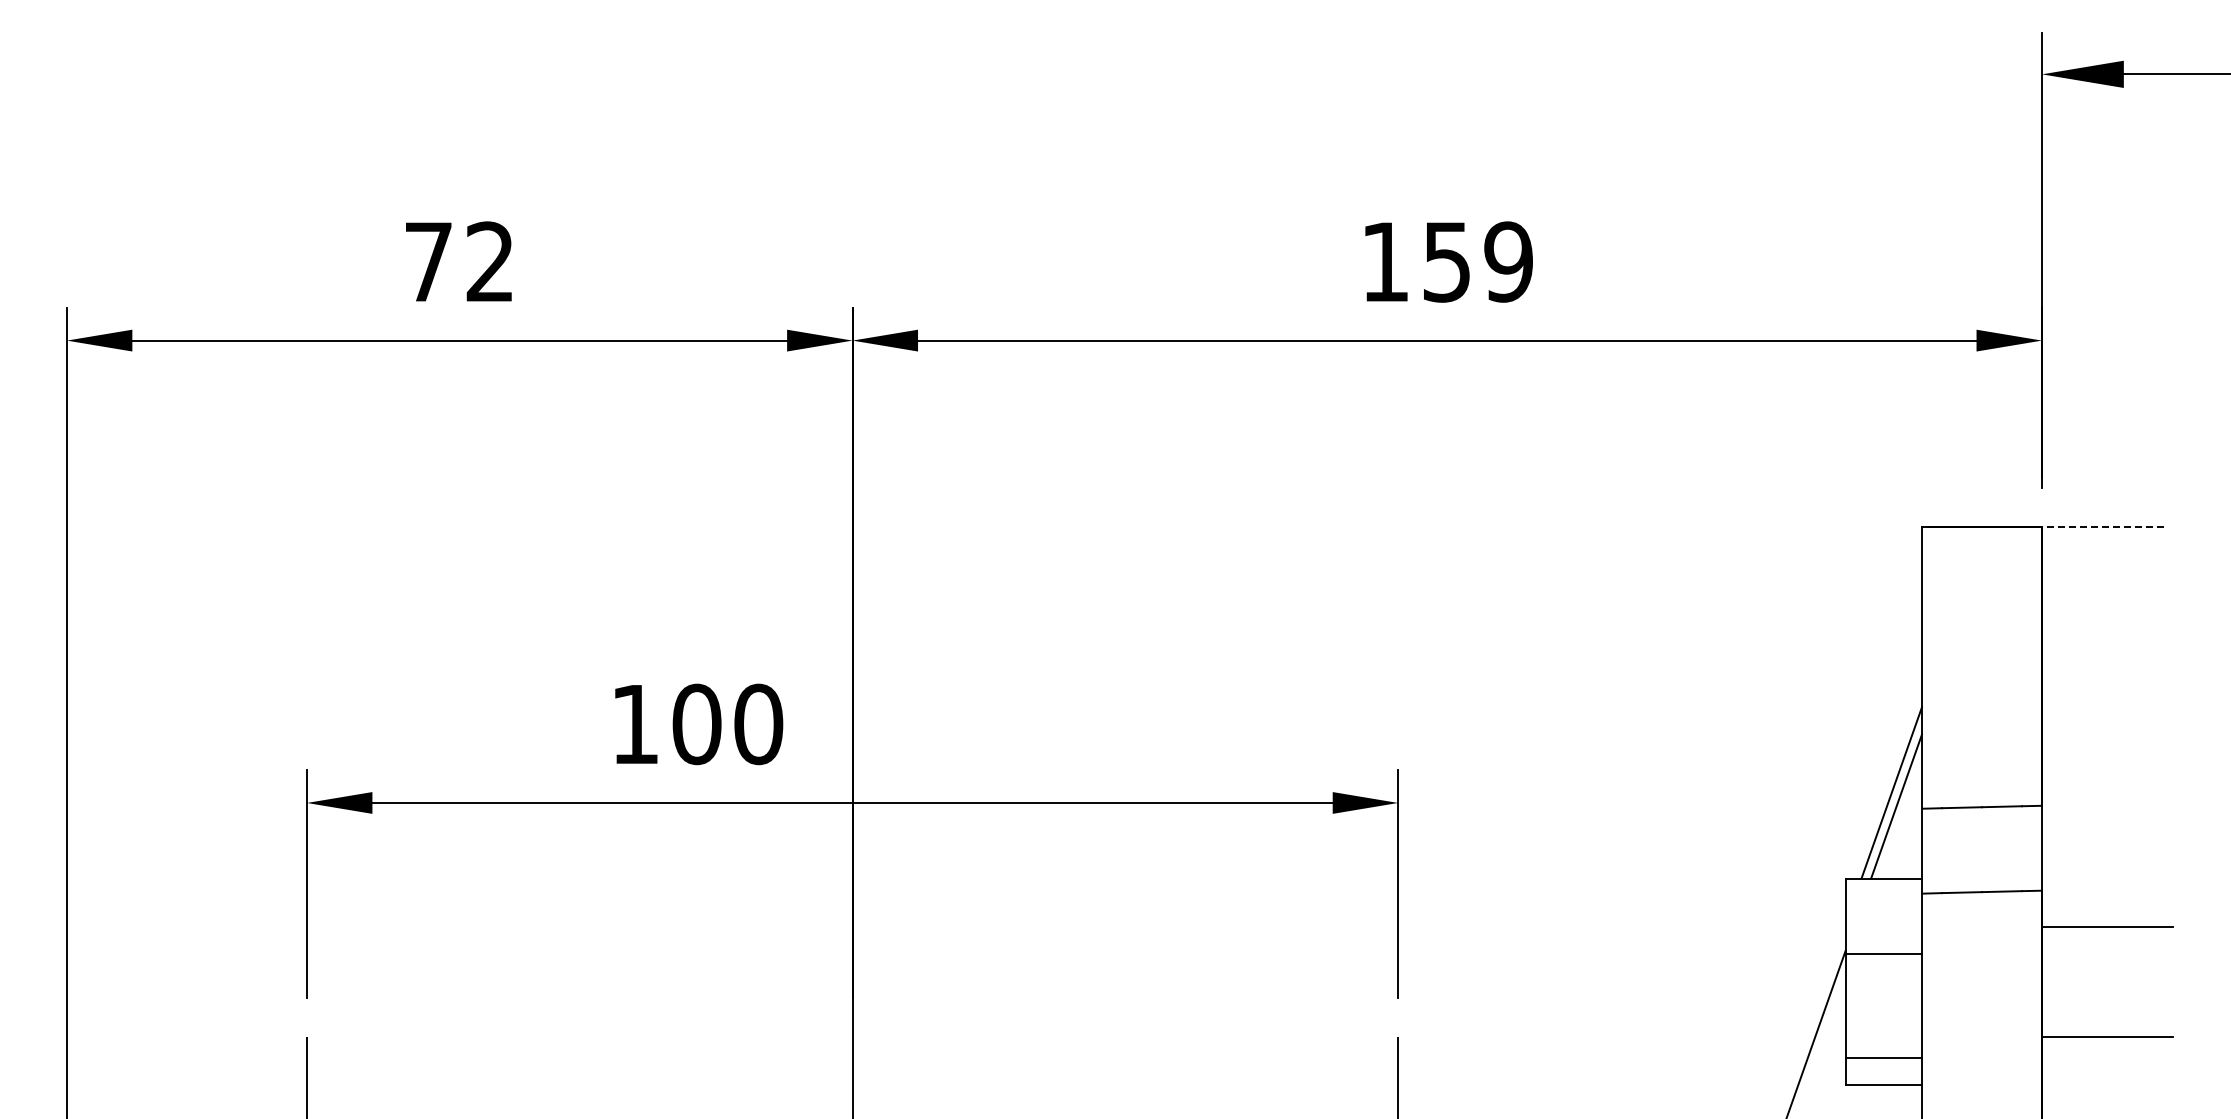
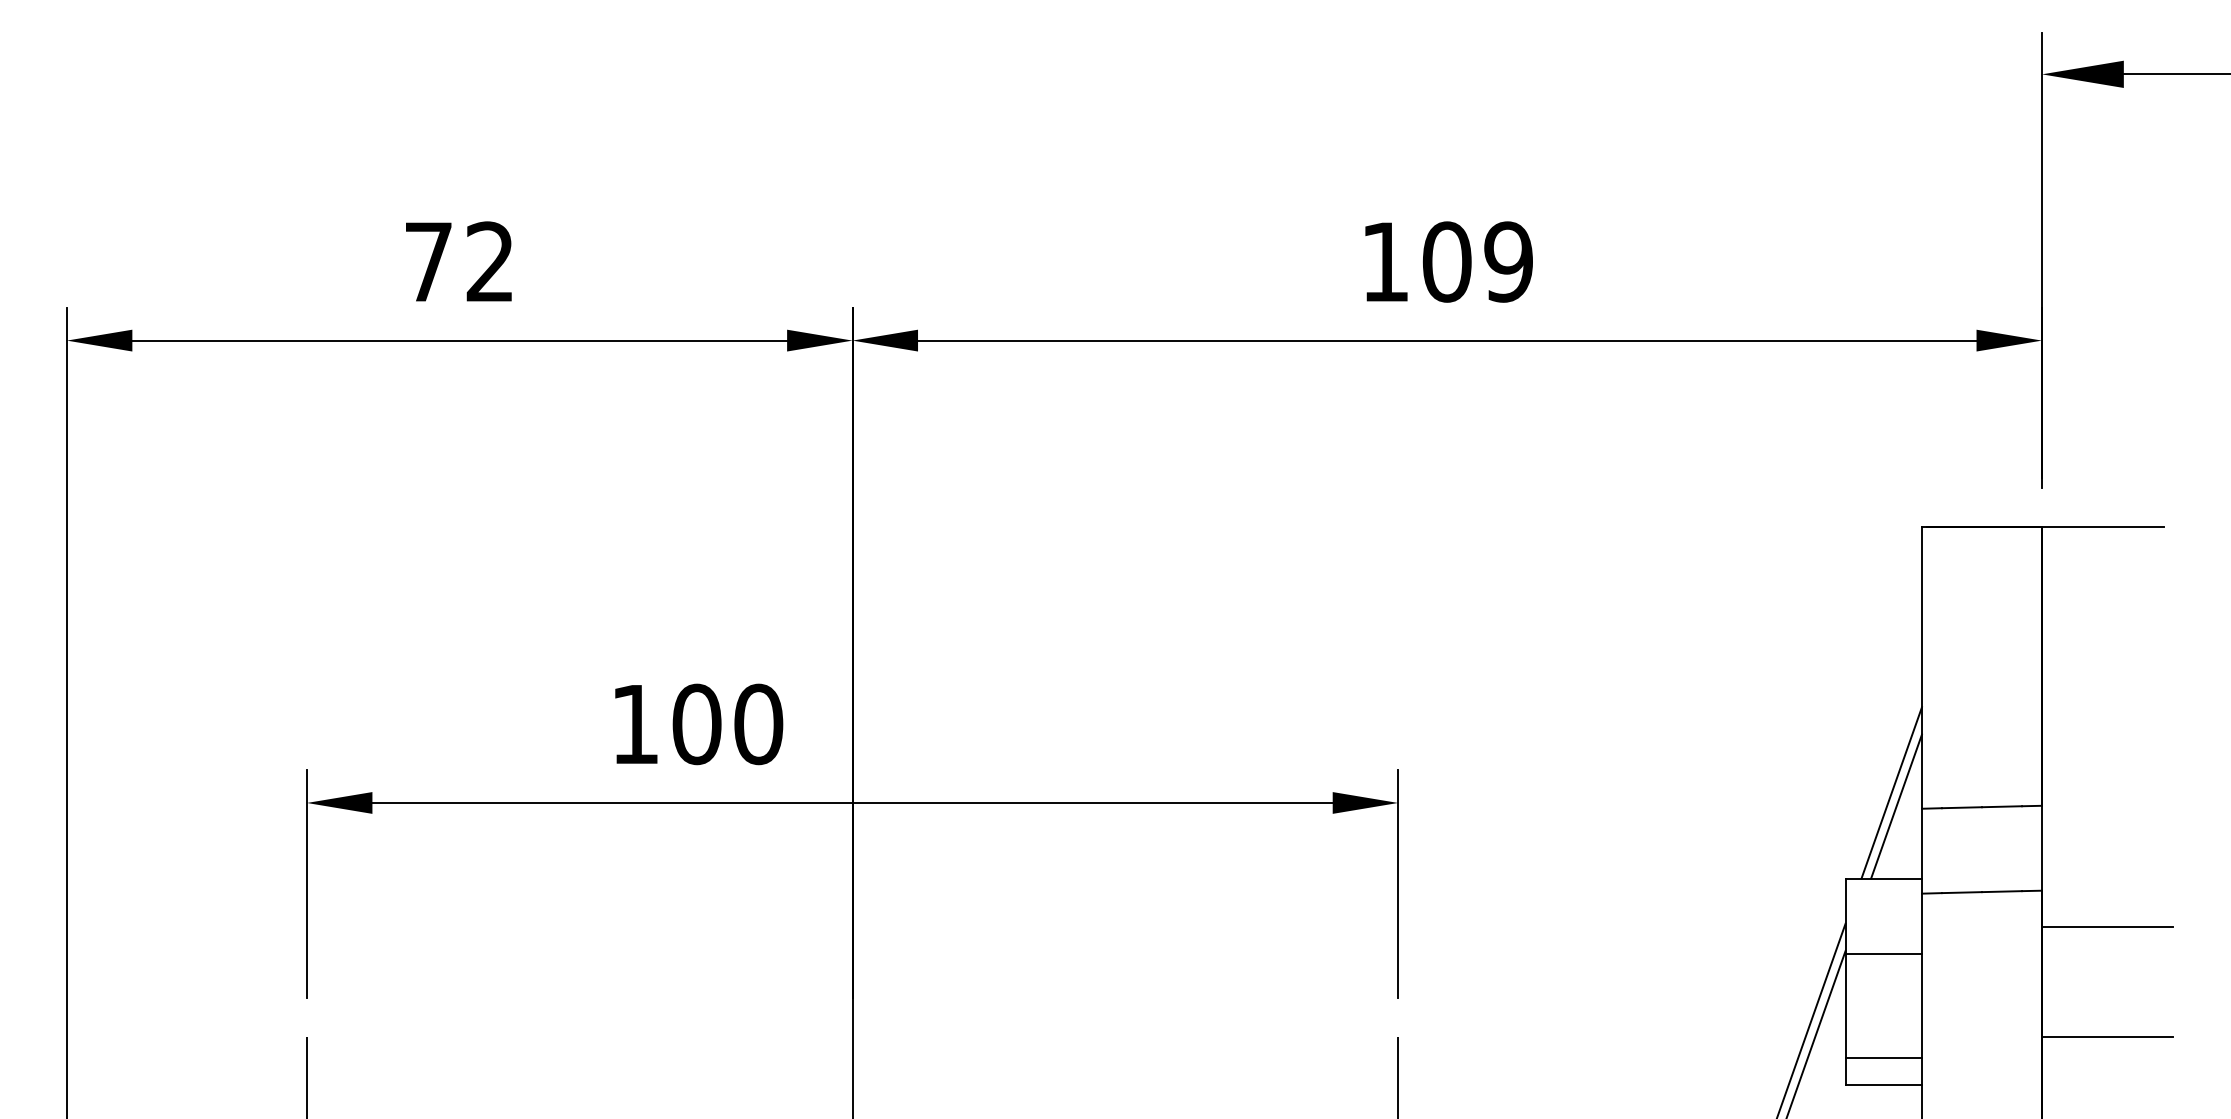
text at (1446, 261): 159 -> 109
line at (2102, 527): dashed -> solid
line at (1811, 1019): none -> present
